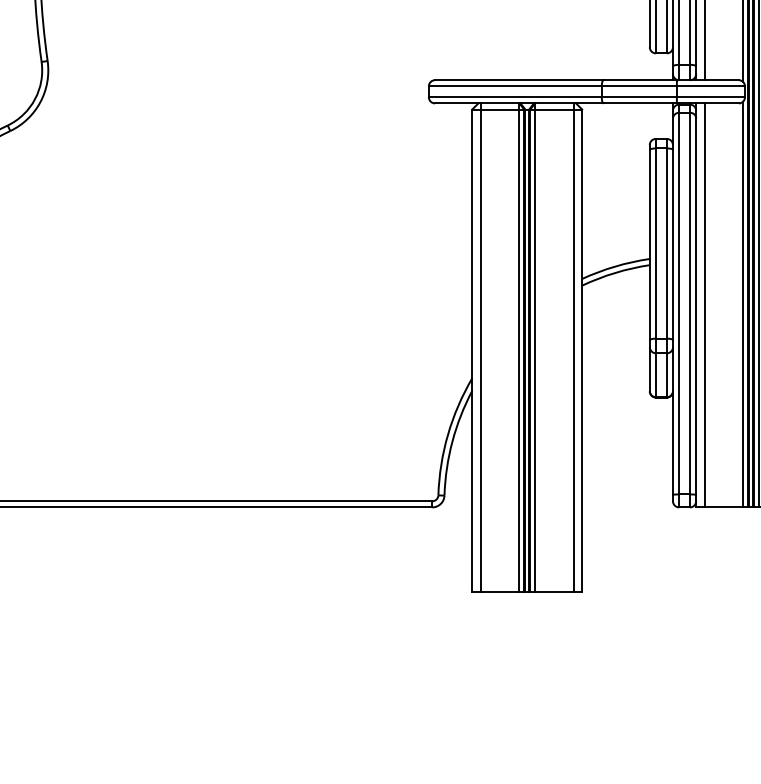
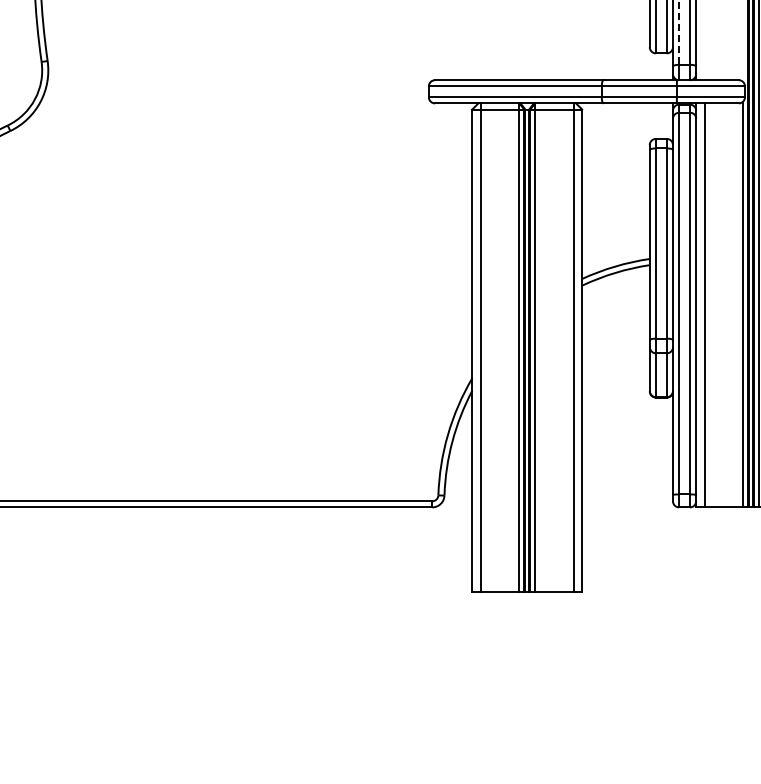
line at (679, 32): solid -> dashed
line at (704, 41): present -> none
line at (743, 42): present -> none
